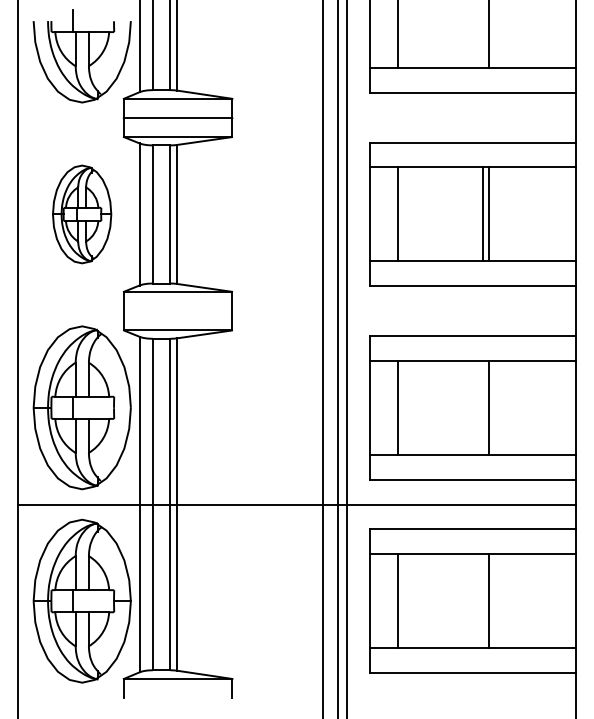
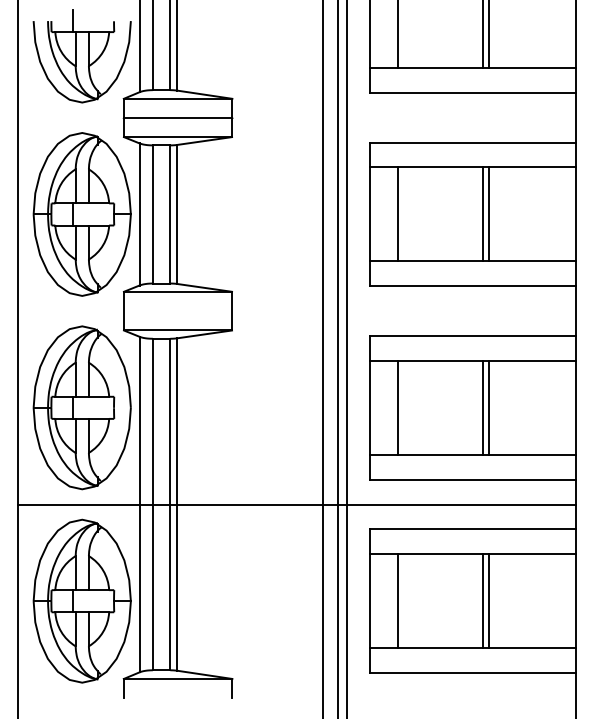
line at (483, 35): none -> present
part at (82, 214) size: 61x101 px -> 100x165 px
line at (483, 407): none -> present
line at (483, 601): none -> present
